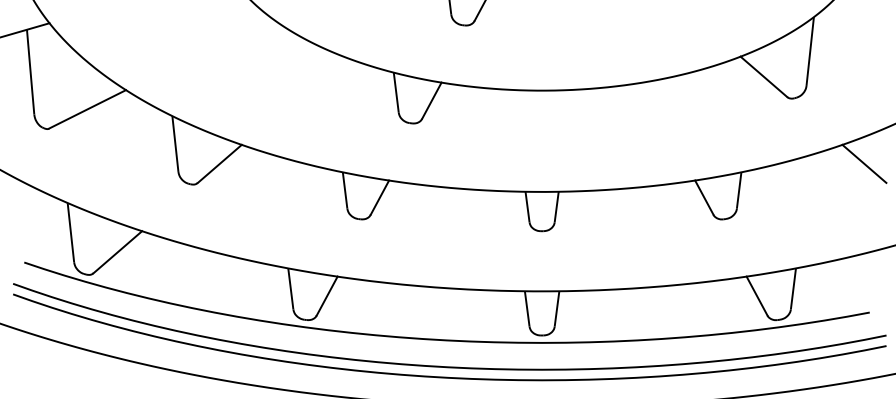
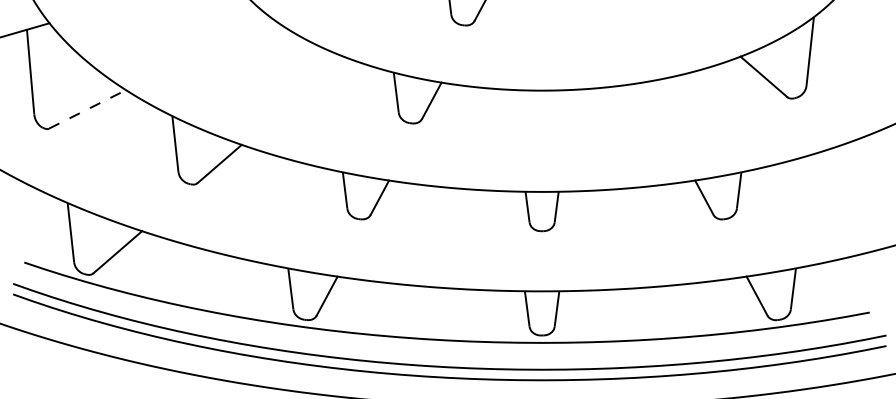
line at (87, 109): solid -> dashed
line at (864, 163): present -> none
